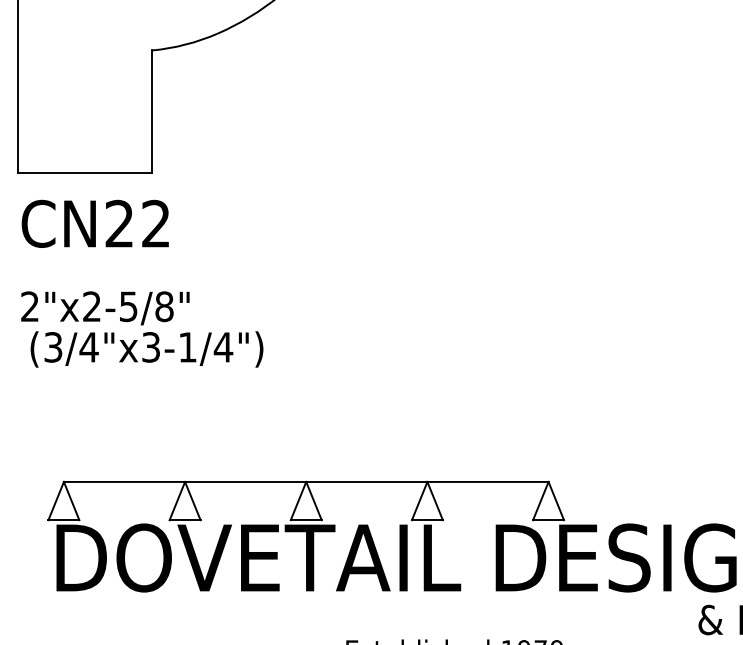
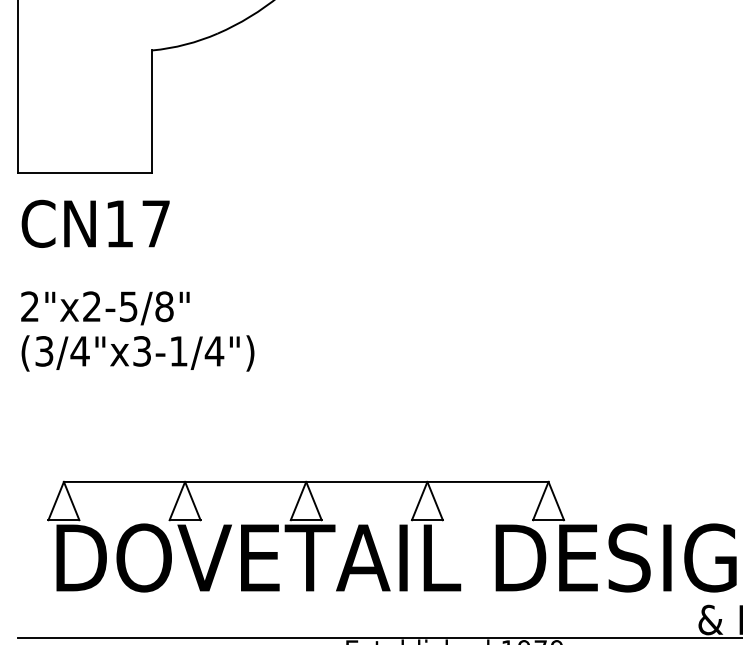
text at (137, 223): CN22 -> CN17
text at (146, 349) position: (146, 349) -> (137, 353)
line at (378, 637): none -> present
